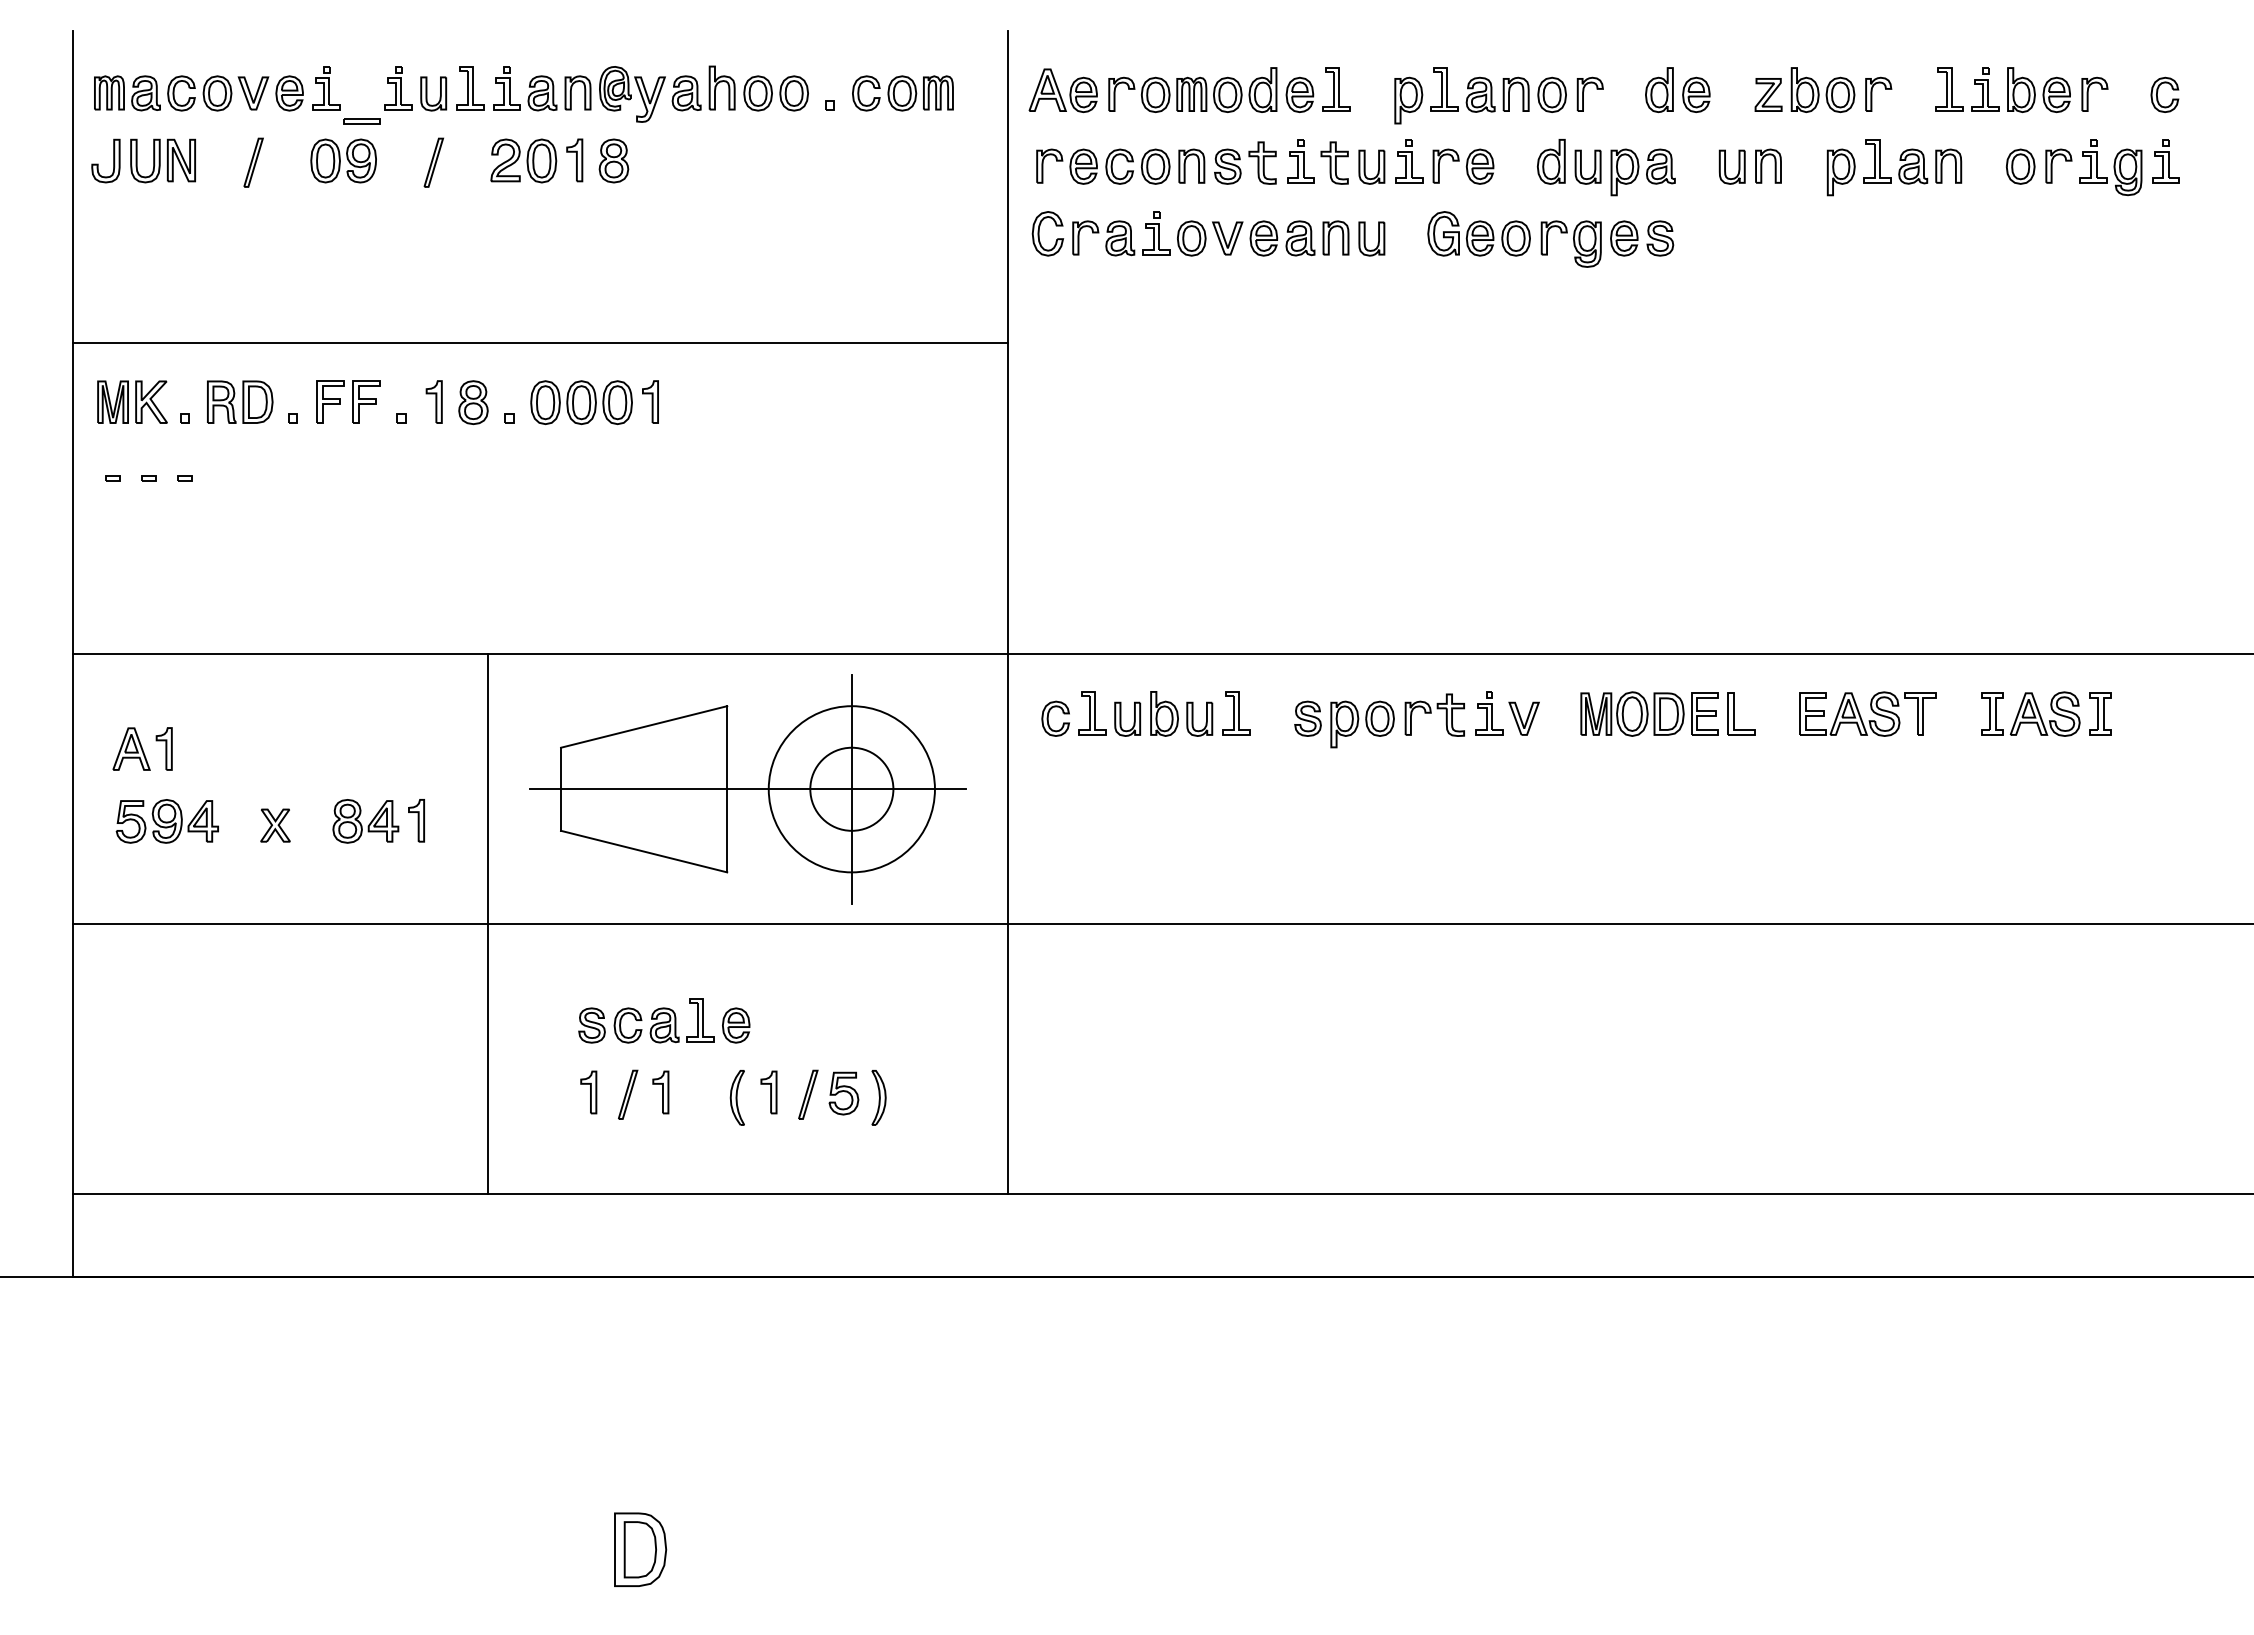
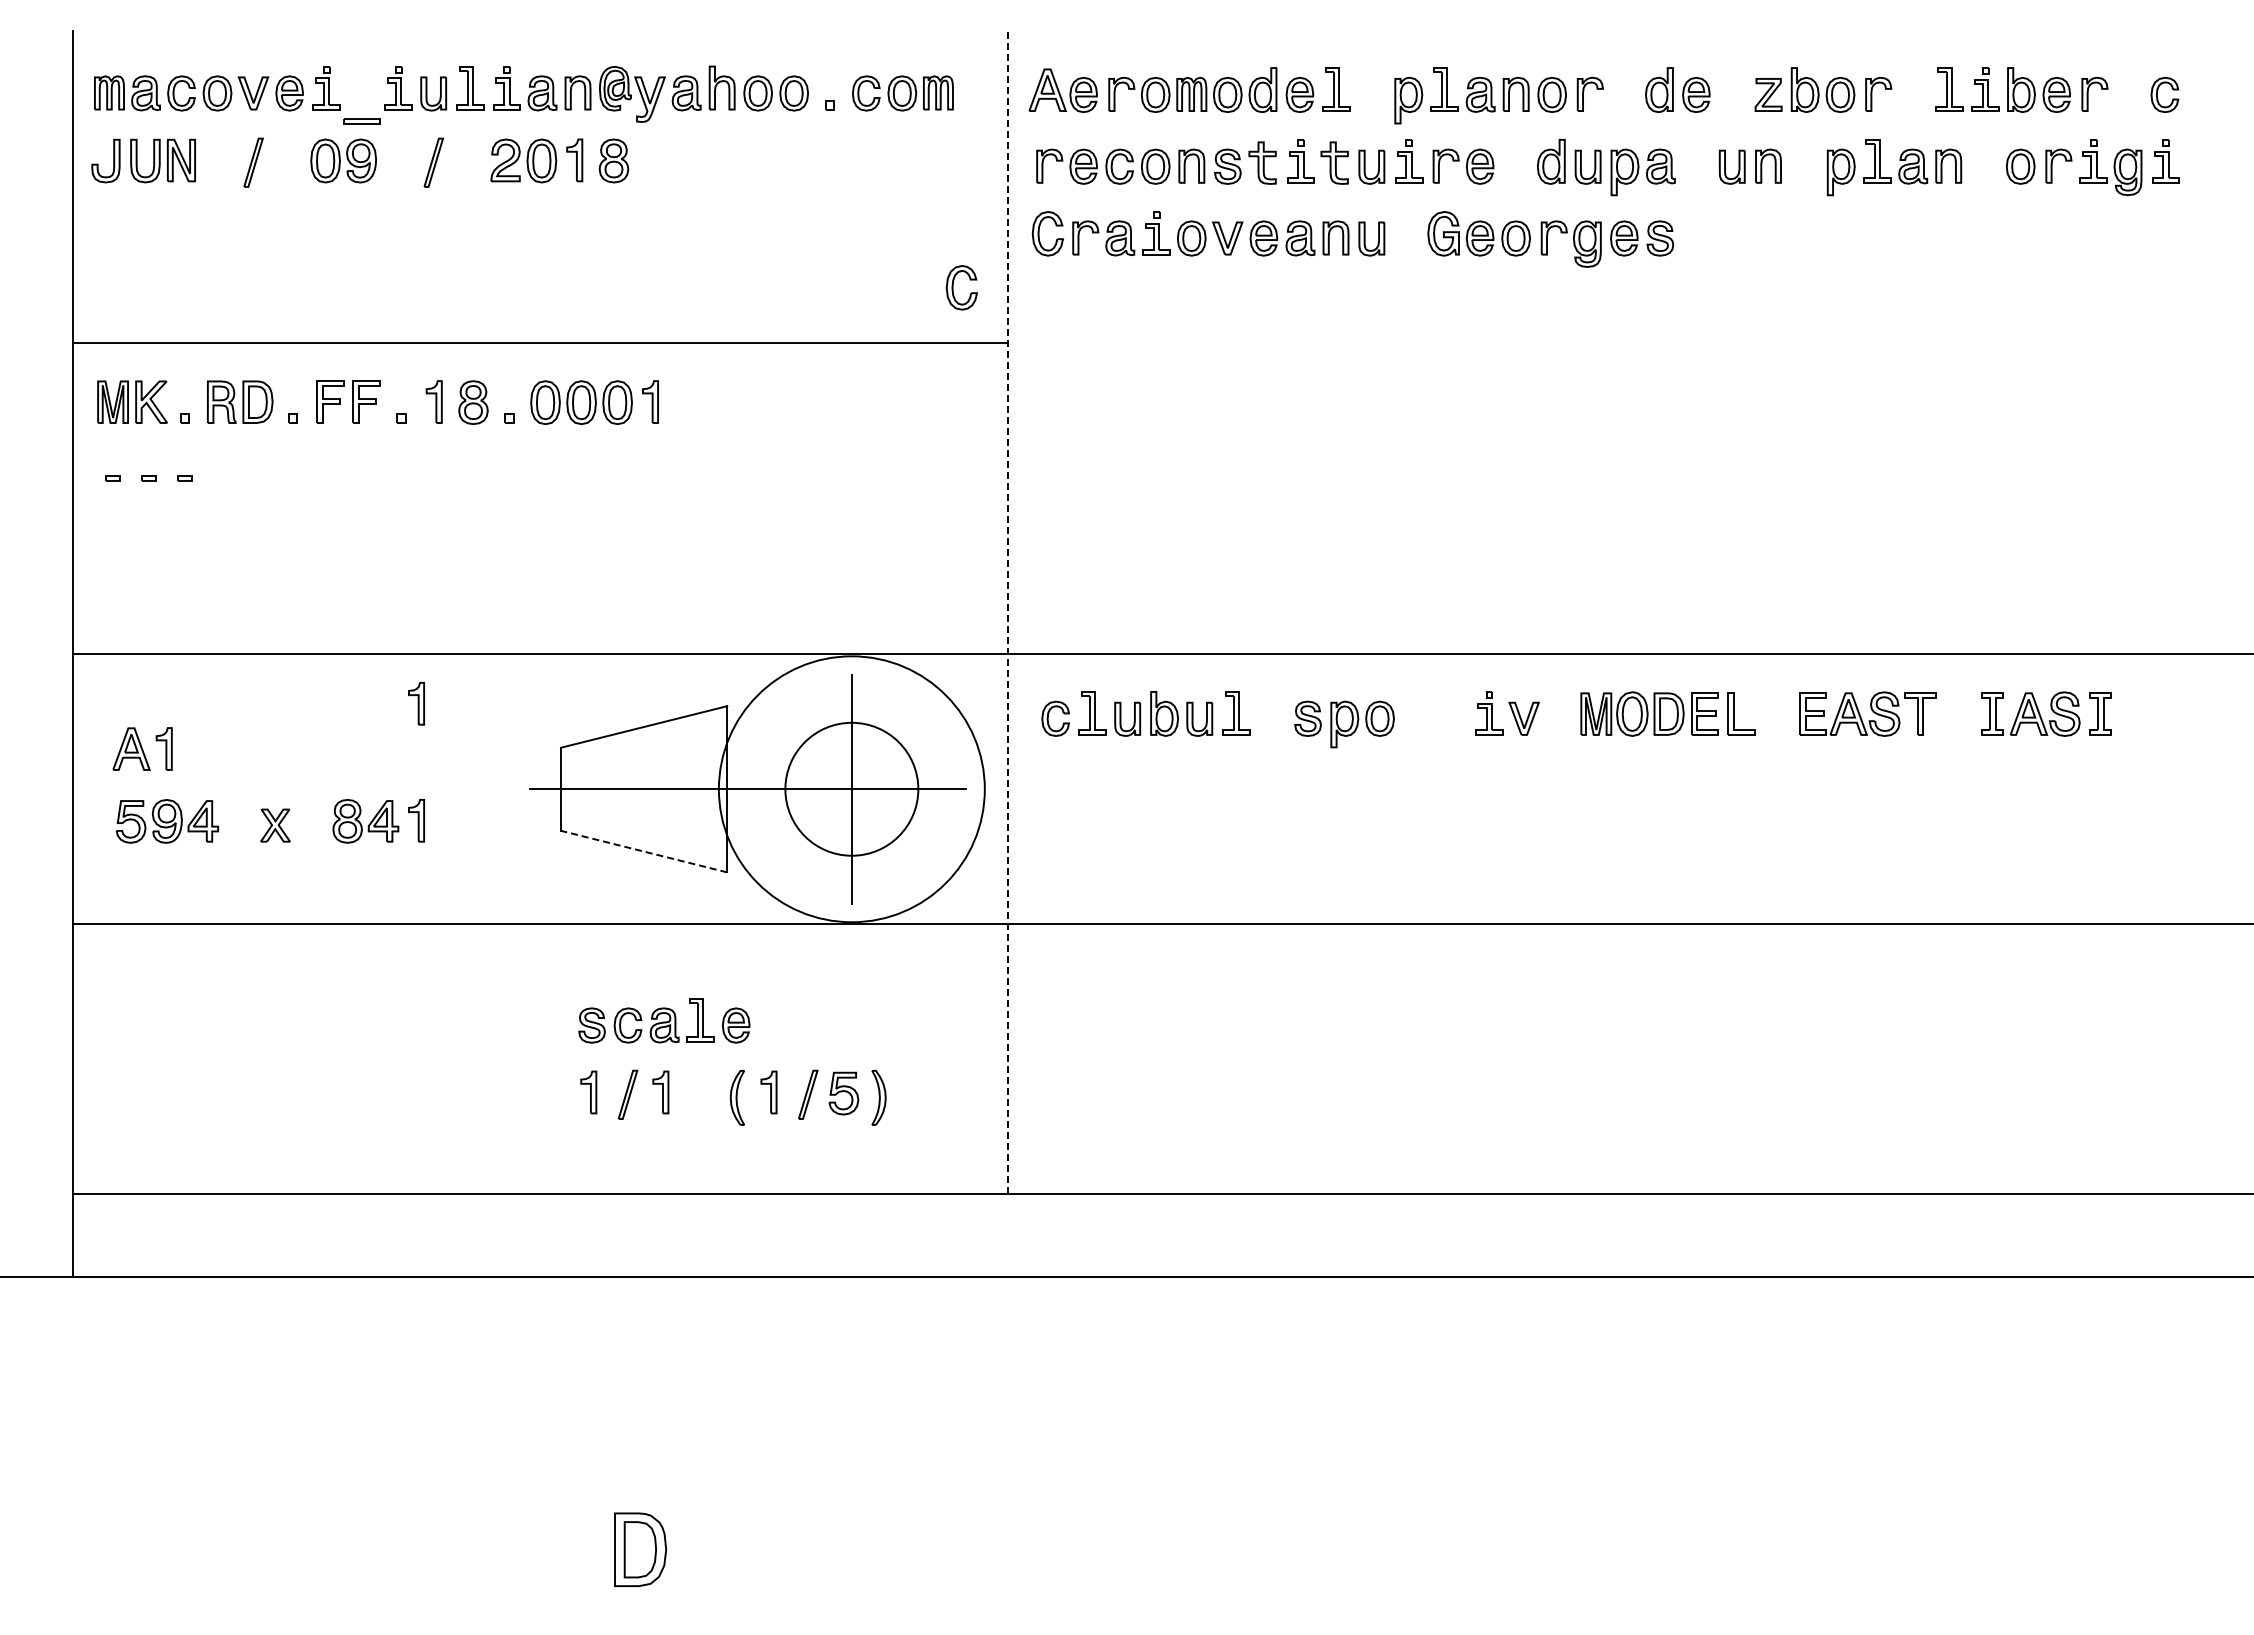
part at (953, 287): none -> present
line at (1007, 612): solid -> dashed
part at (416, 703): none -> present
part at (1434, 714): present -> none
circle at (851, 788) diameter: 83 px -> 133 px
circle at (851, 789) diameter: 166 px -> 266 px
line at (644, 851): solid -> dashed
line at (488, 924): present -> none
